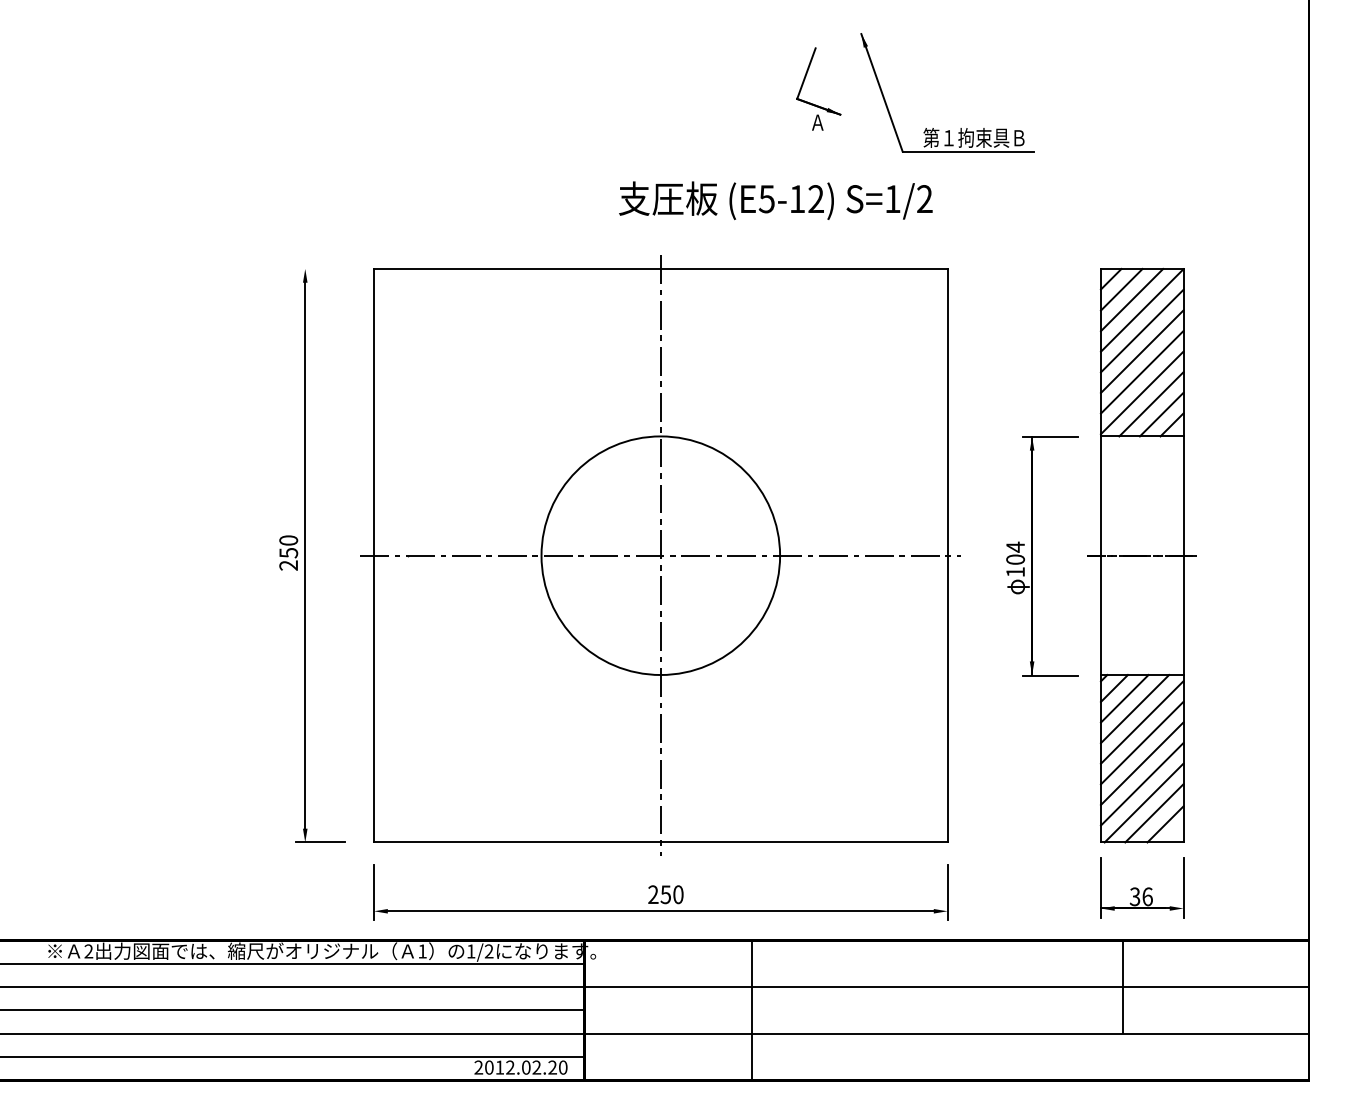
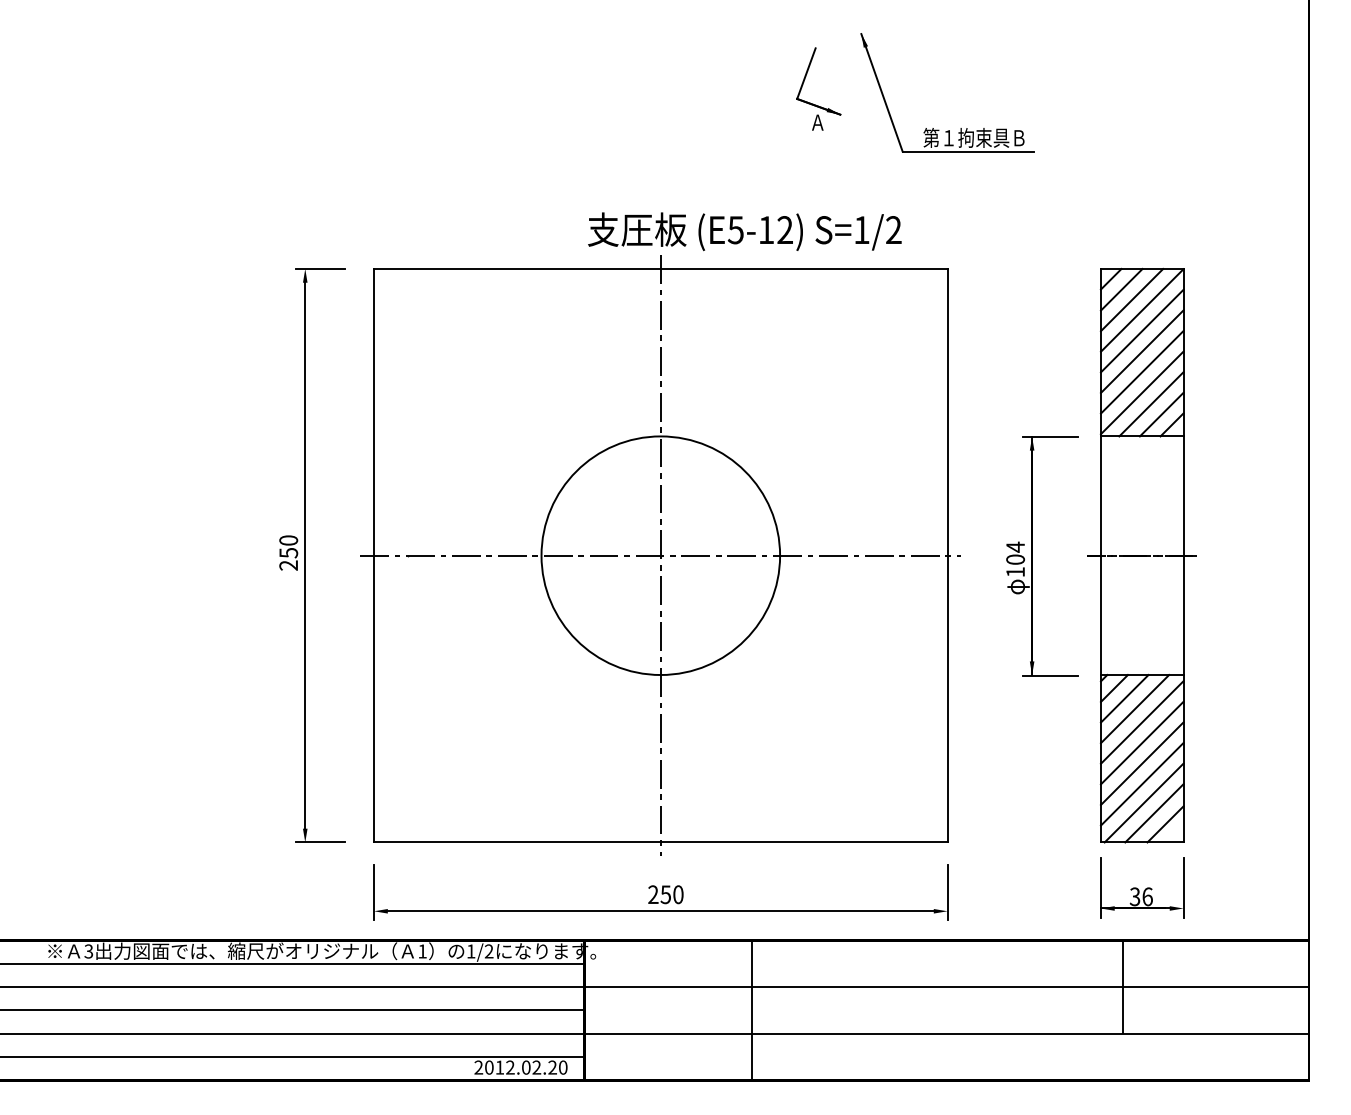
text at (775, 200) position: (775, 200) -> (744, 231)
line at (320, 268): none -> present
text at (88, 951): 2 -> 3
